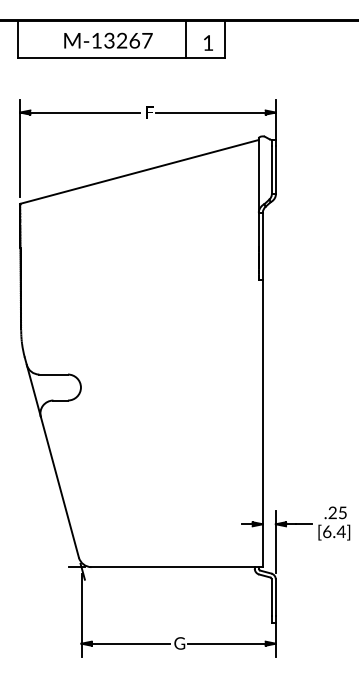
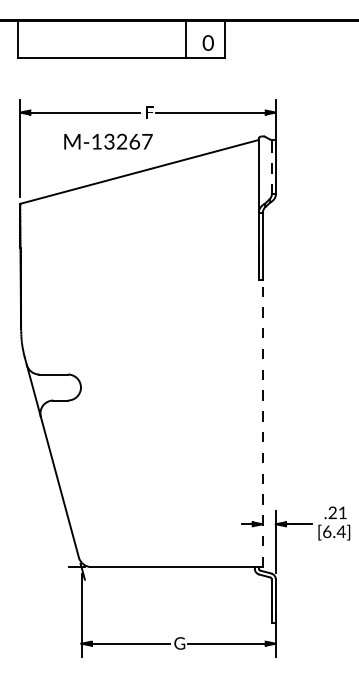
text at (108, 40) position: (108, 40) -> (108, 141)
text at (207, 42): 1 -> 0
line at (271, 170): solid -> dashed
line at (262, 423): solid -> dashed
text at (342, 512): .25 -> .21
